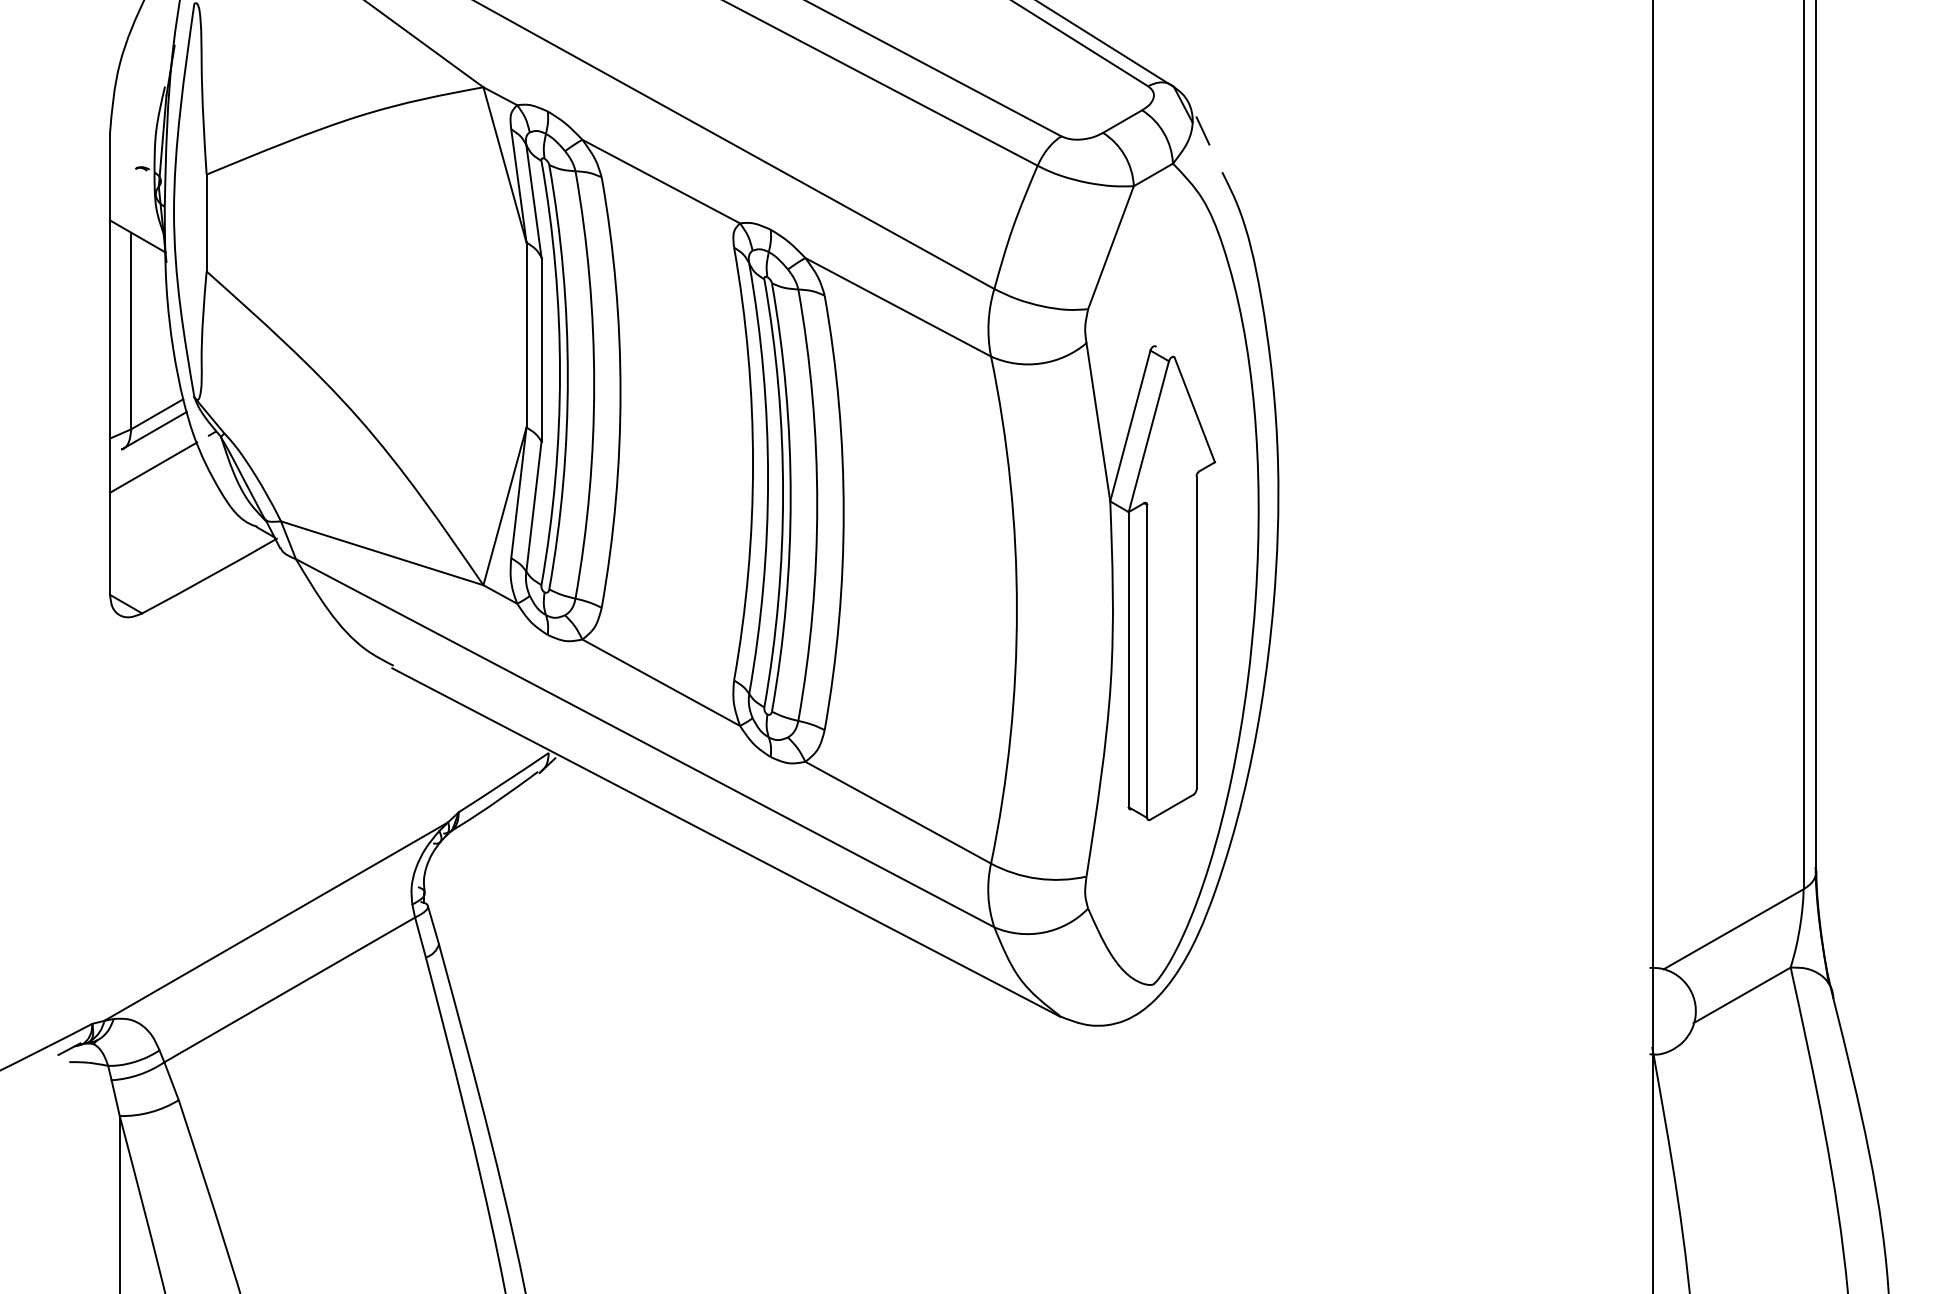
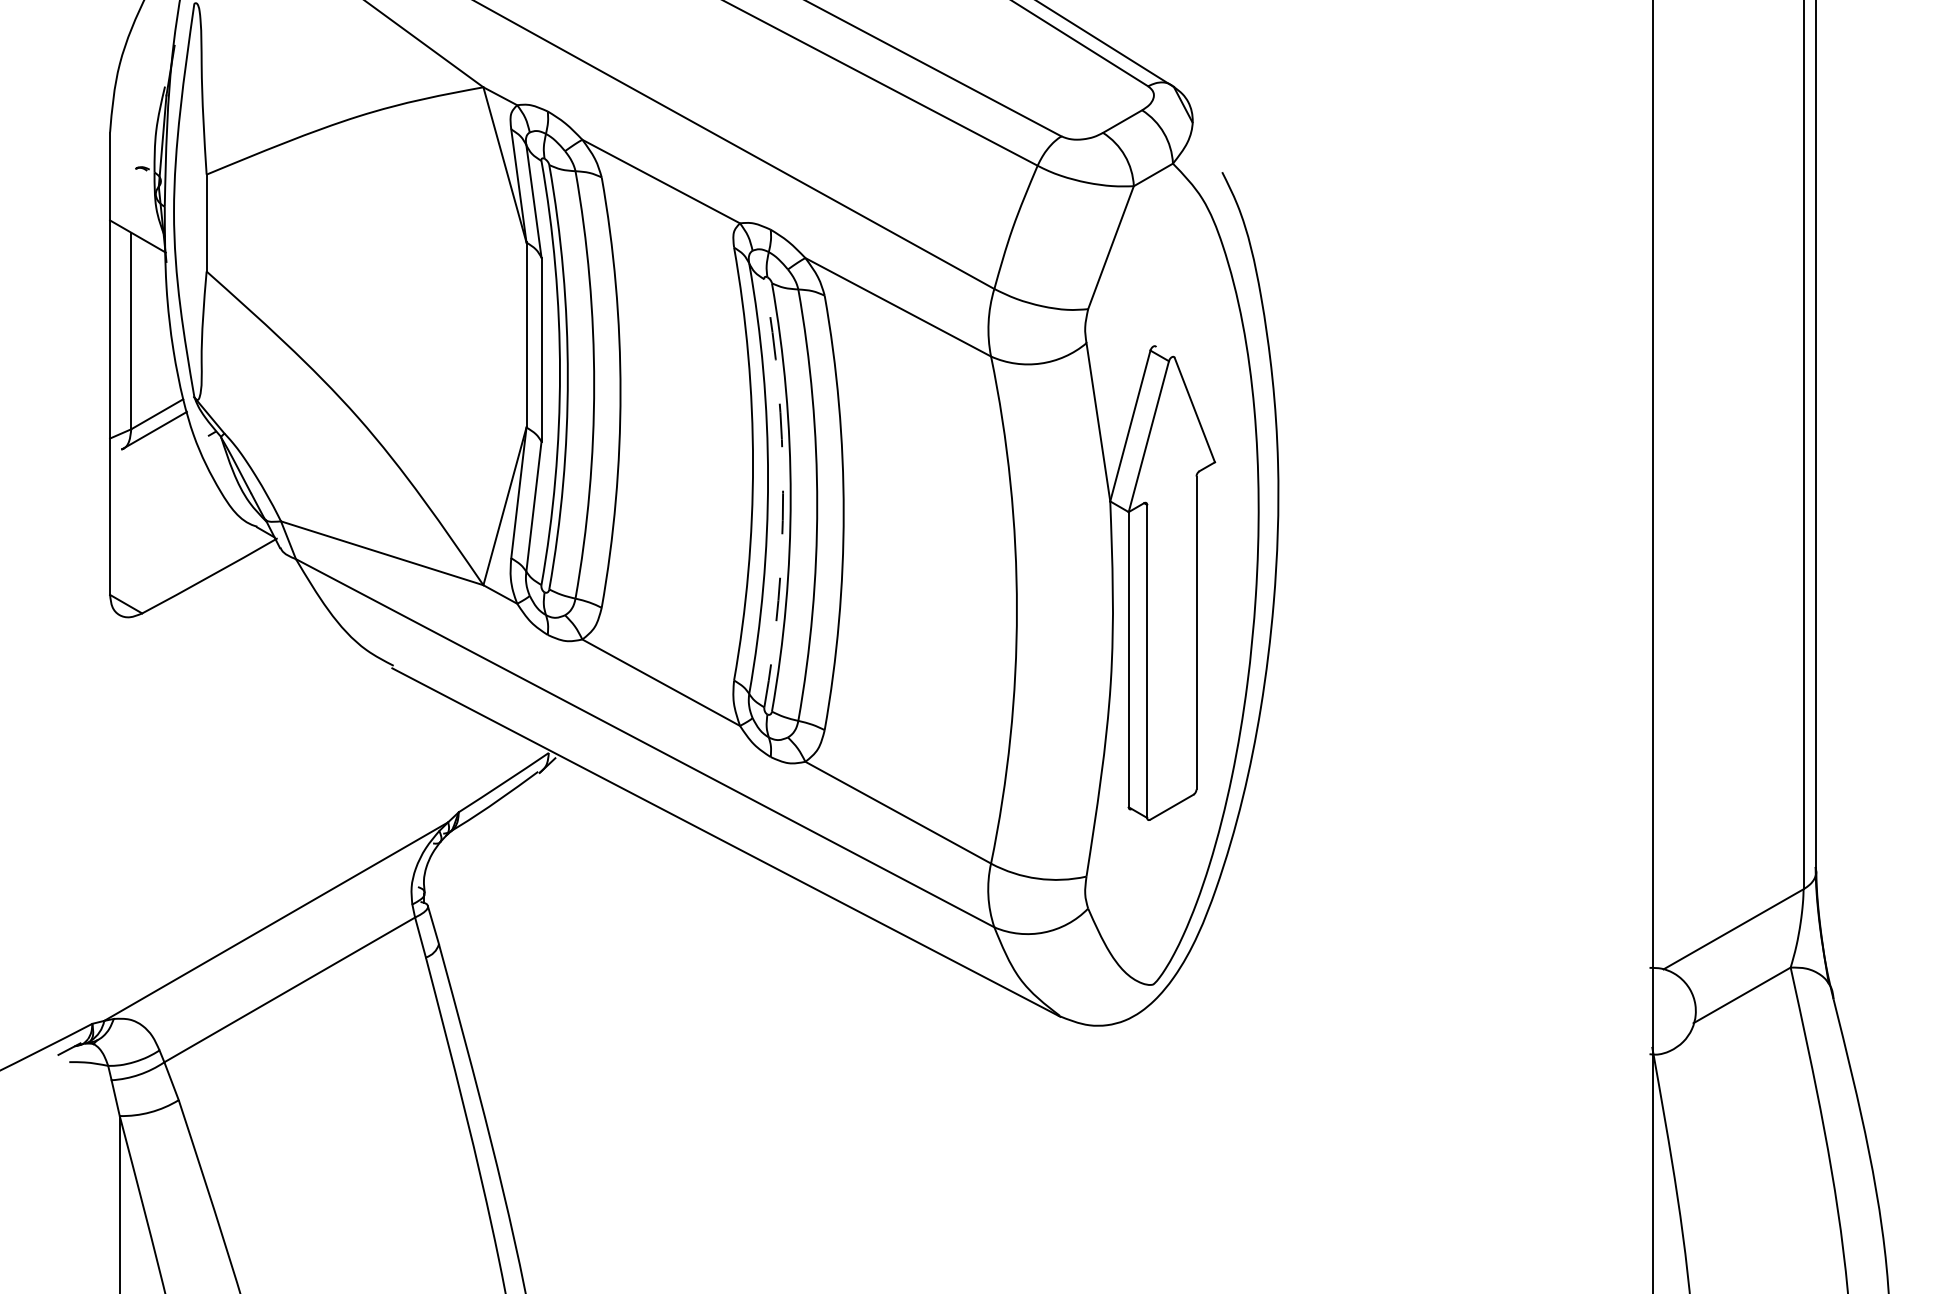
line at (1202, 130): present -> none
line at (153, 467): present -> none
arc at (783, 493): solid -> dashed
